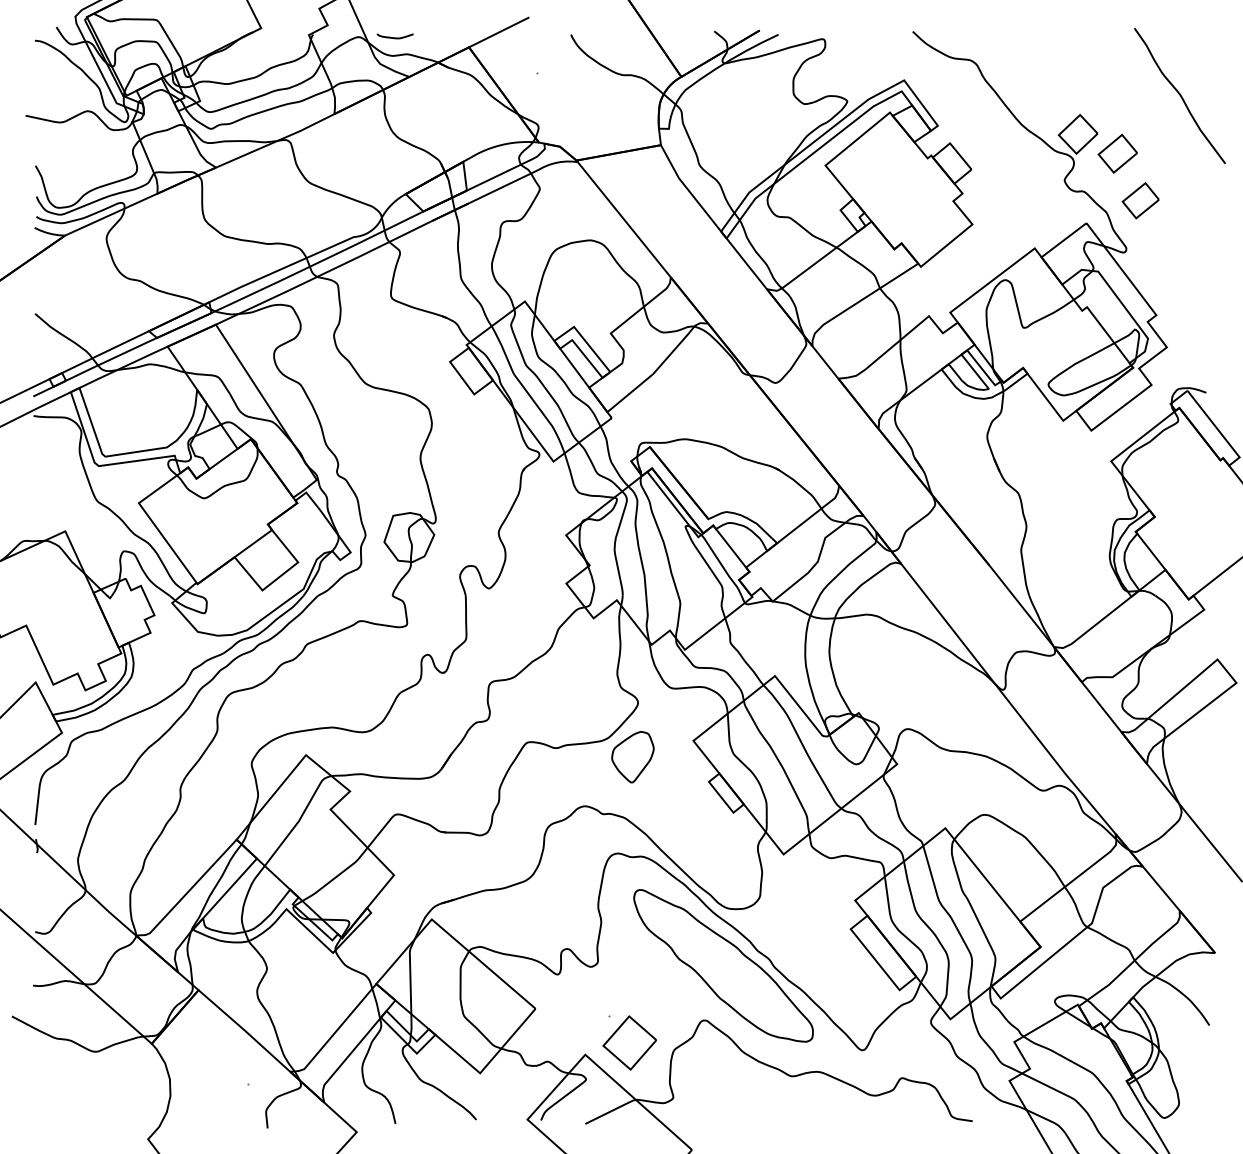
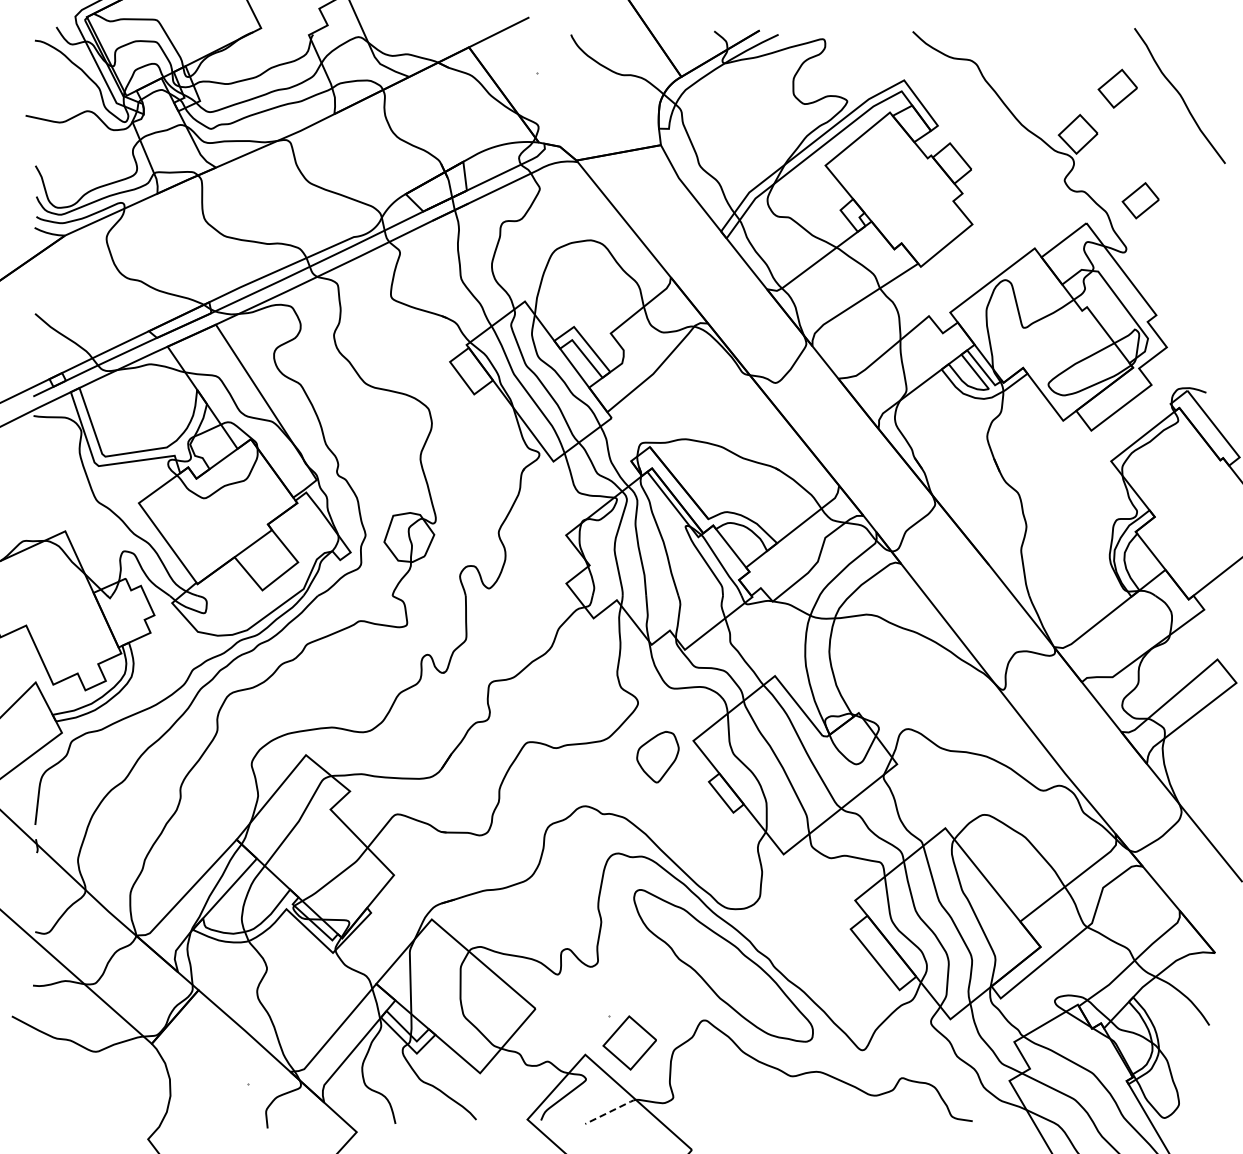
curve at (394, 37): present -> none
part at (1117, 153) position: (1117, 153) -> (1117, 88)
part at (632, 756) position: (632, 756) -> (657, 756)
line at (611, 1110): solid -> dashed
